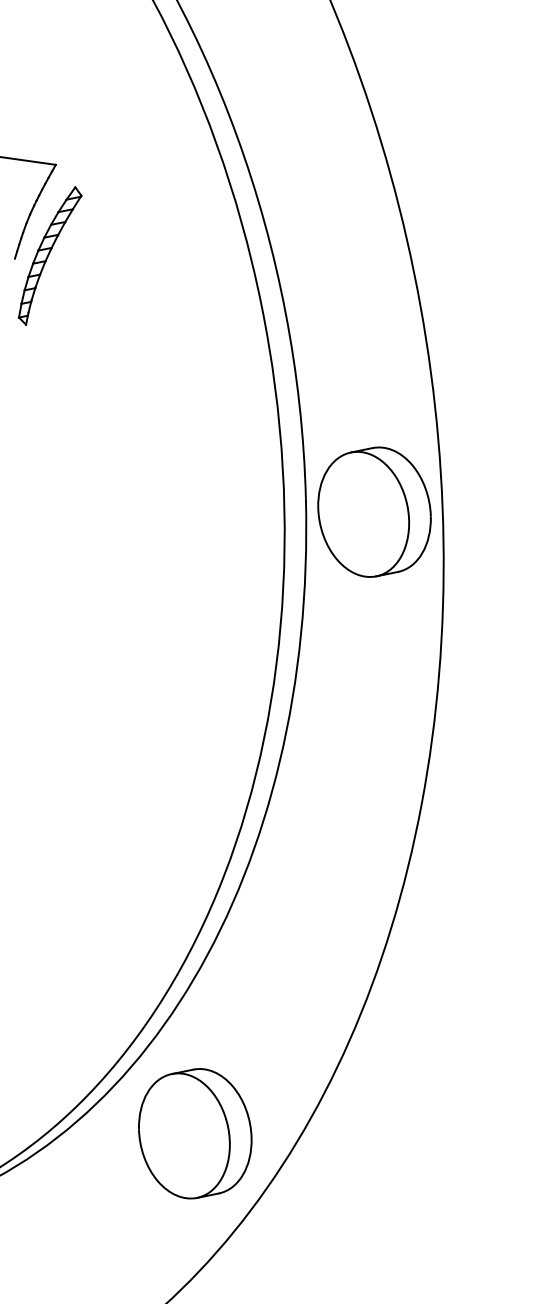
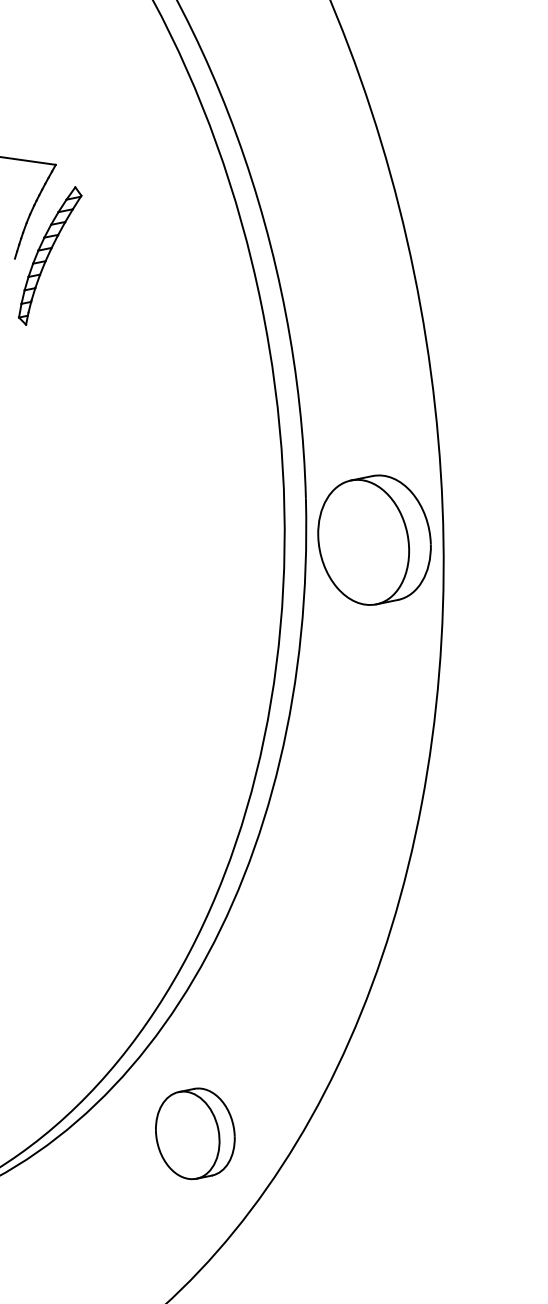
part at (374, 511) position: (374, 511) -> (374, 539)
part at (195, 1133) size: 115x132 px -> 81x94 px
